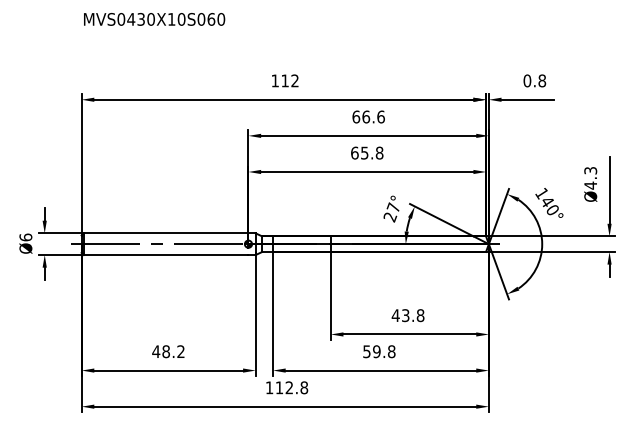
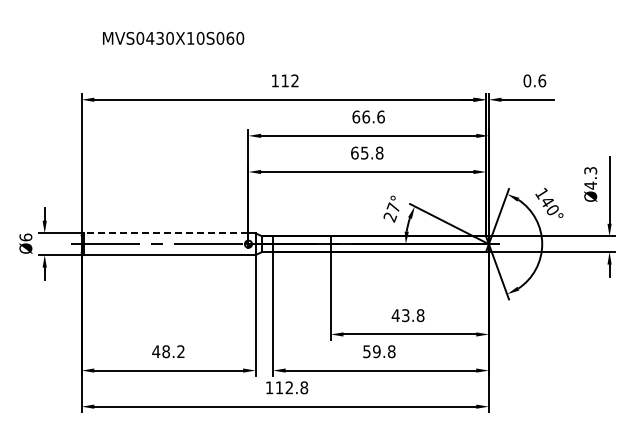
text at (154, 19) position: (154, 19) -> (173, 38)
text at (542, 80): 0.8 -> 0.6
line at (165, 233): solid -> dashed
